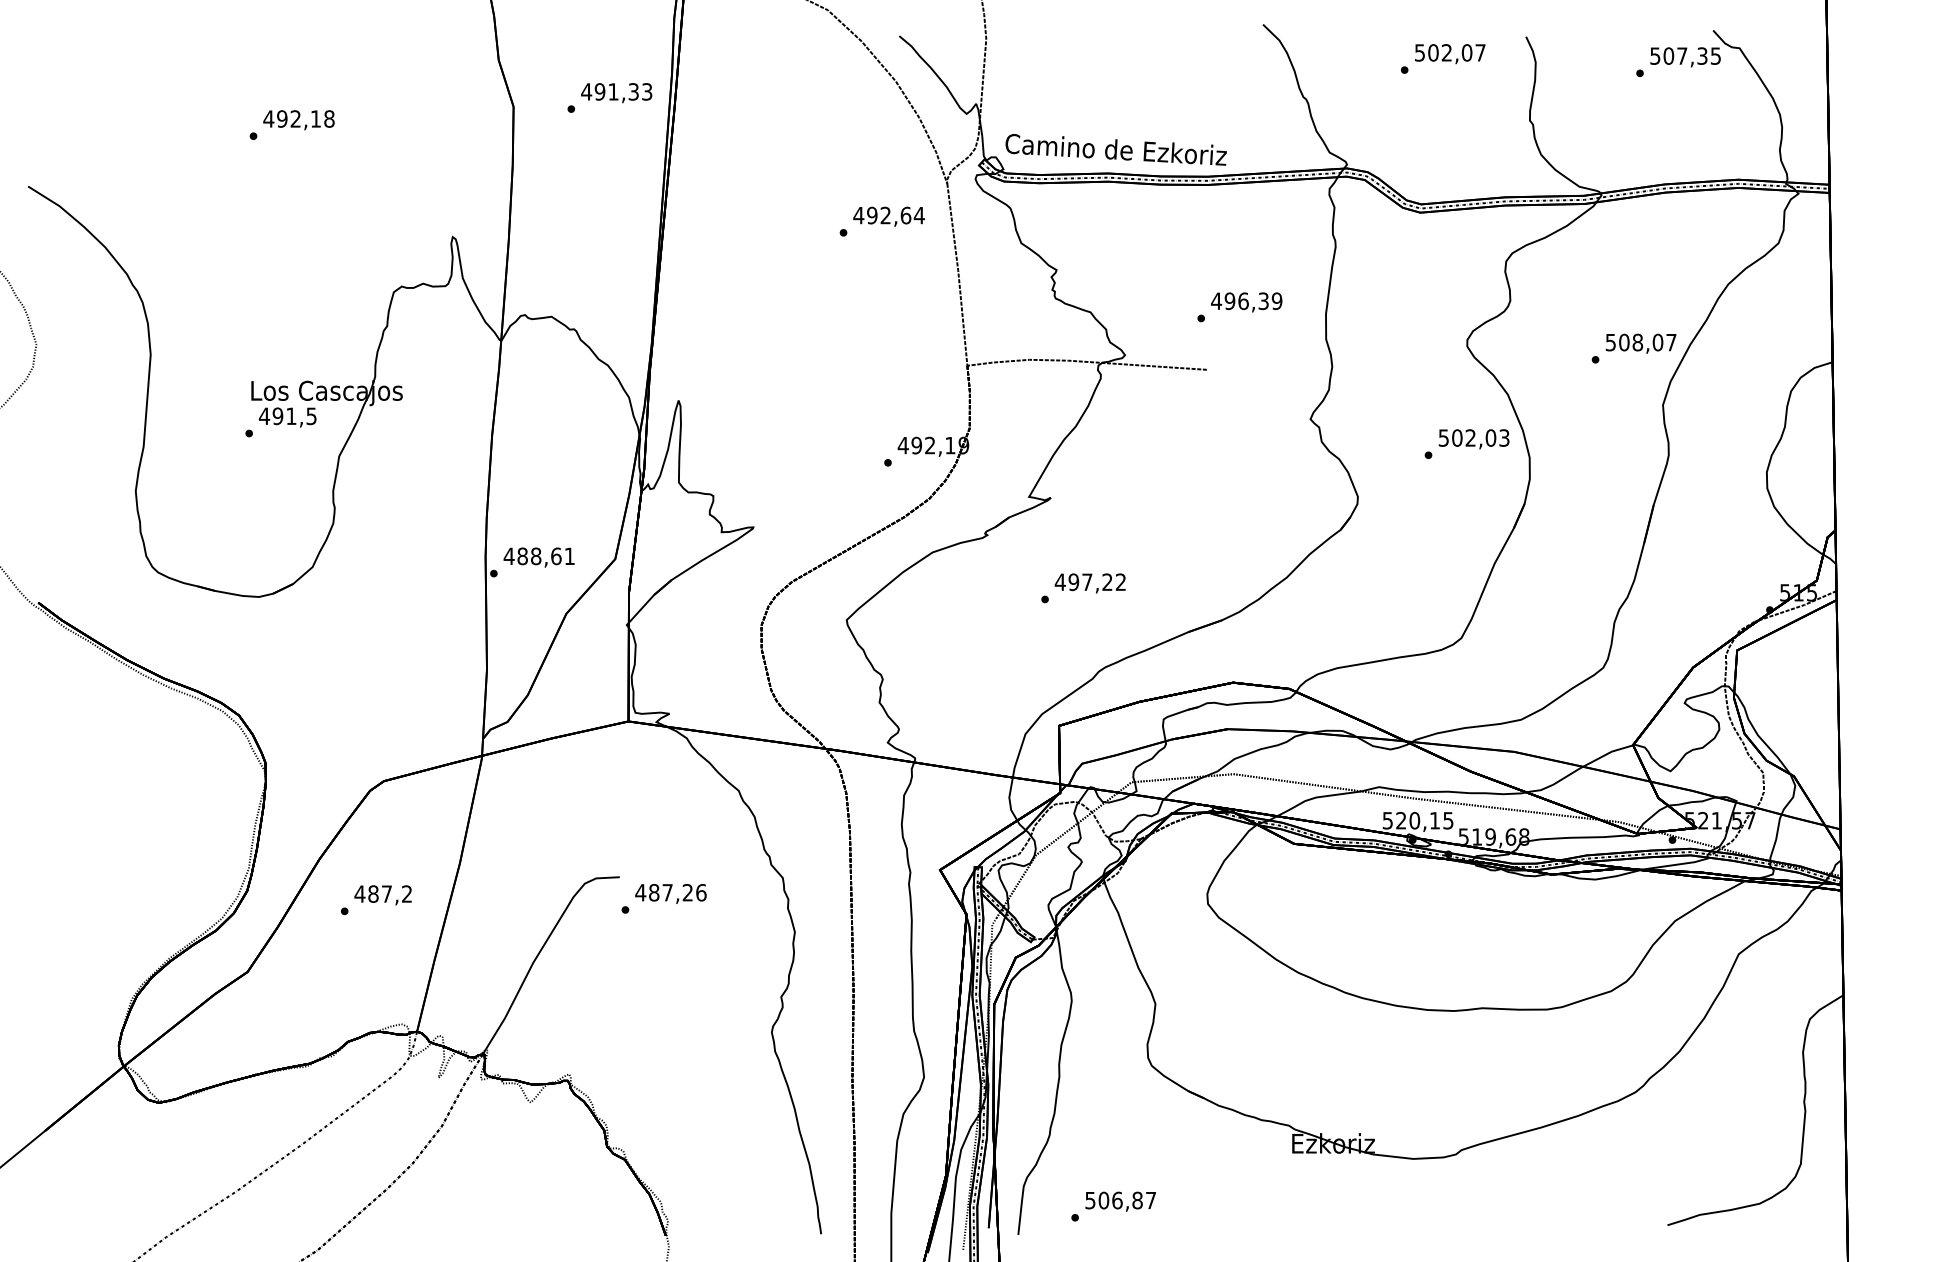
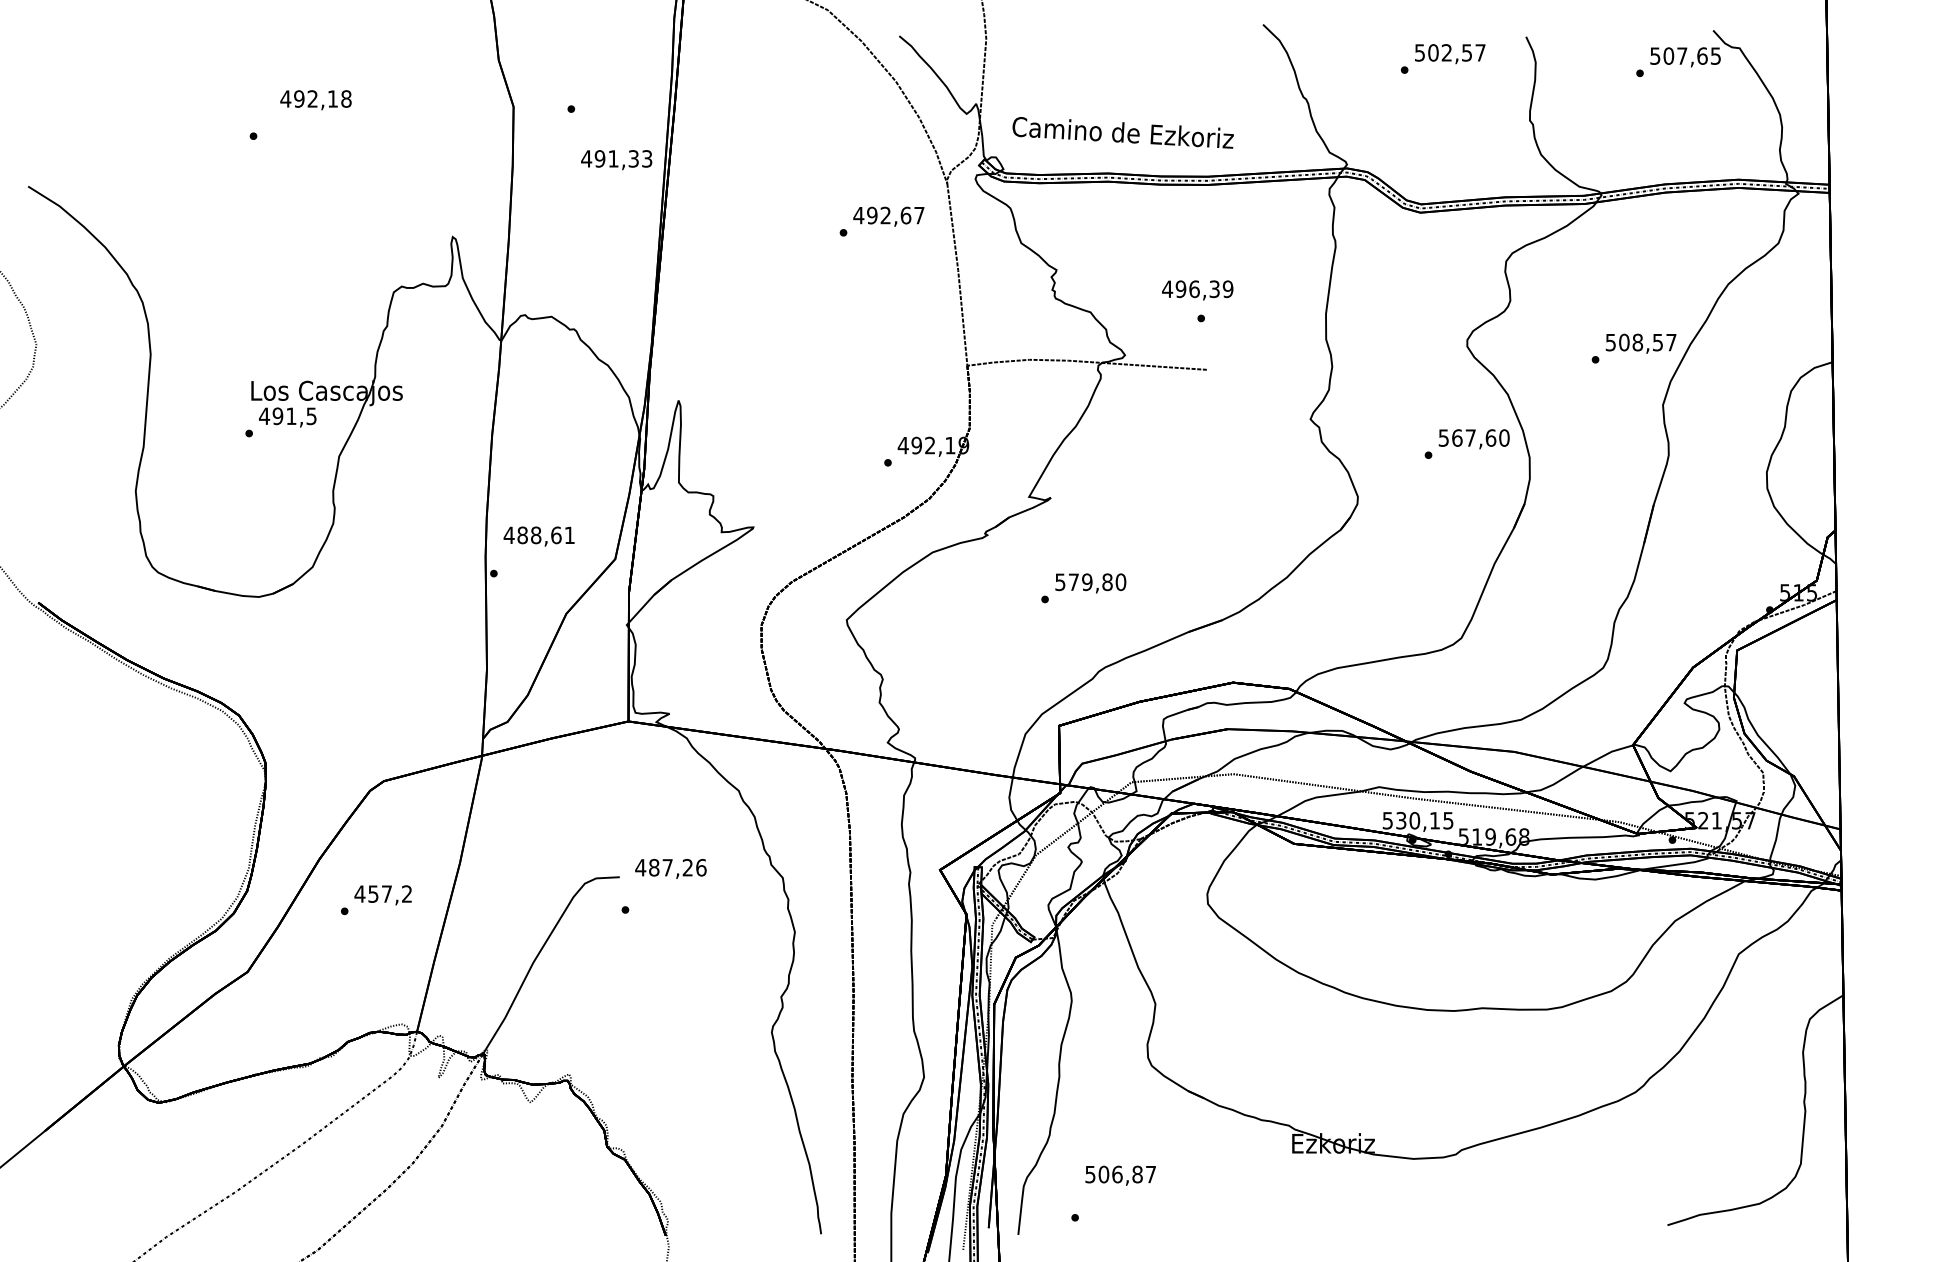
text at (1466, 52): 502,07 -> 502,57
text at (1702, 55): 507,35 -> 507,65
text at (616, 93) position: (616, 93) -> (616, 160)
text at (298, 120) position: (298, 120) -> (315, 100)
text at (1115, 149) position: (1115, 149) -> (1122, 132)
text at (918, 215): 492,64 -> 492,67
text at (1246, 302) position: (1246, 302) -> (1197, 290)
text at (1657, 342): 508,07 -> 508,57
text at (1480, 437): 502,03 -> 567,60
text at (538, 557) position: (538, 557) -> (538, 536)
text at (1090, 582): 497,22 -> 579,80
text at (1401, 820): 520,15 -> 530,15
text at (373, 893): 487,2 -> 457,2
text at (670, 893) position: (670, 893) -> (670, 868)
text at (1120, 1201) position: (1120, 1201) -> (1120, 1175)
